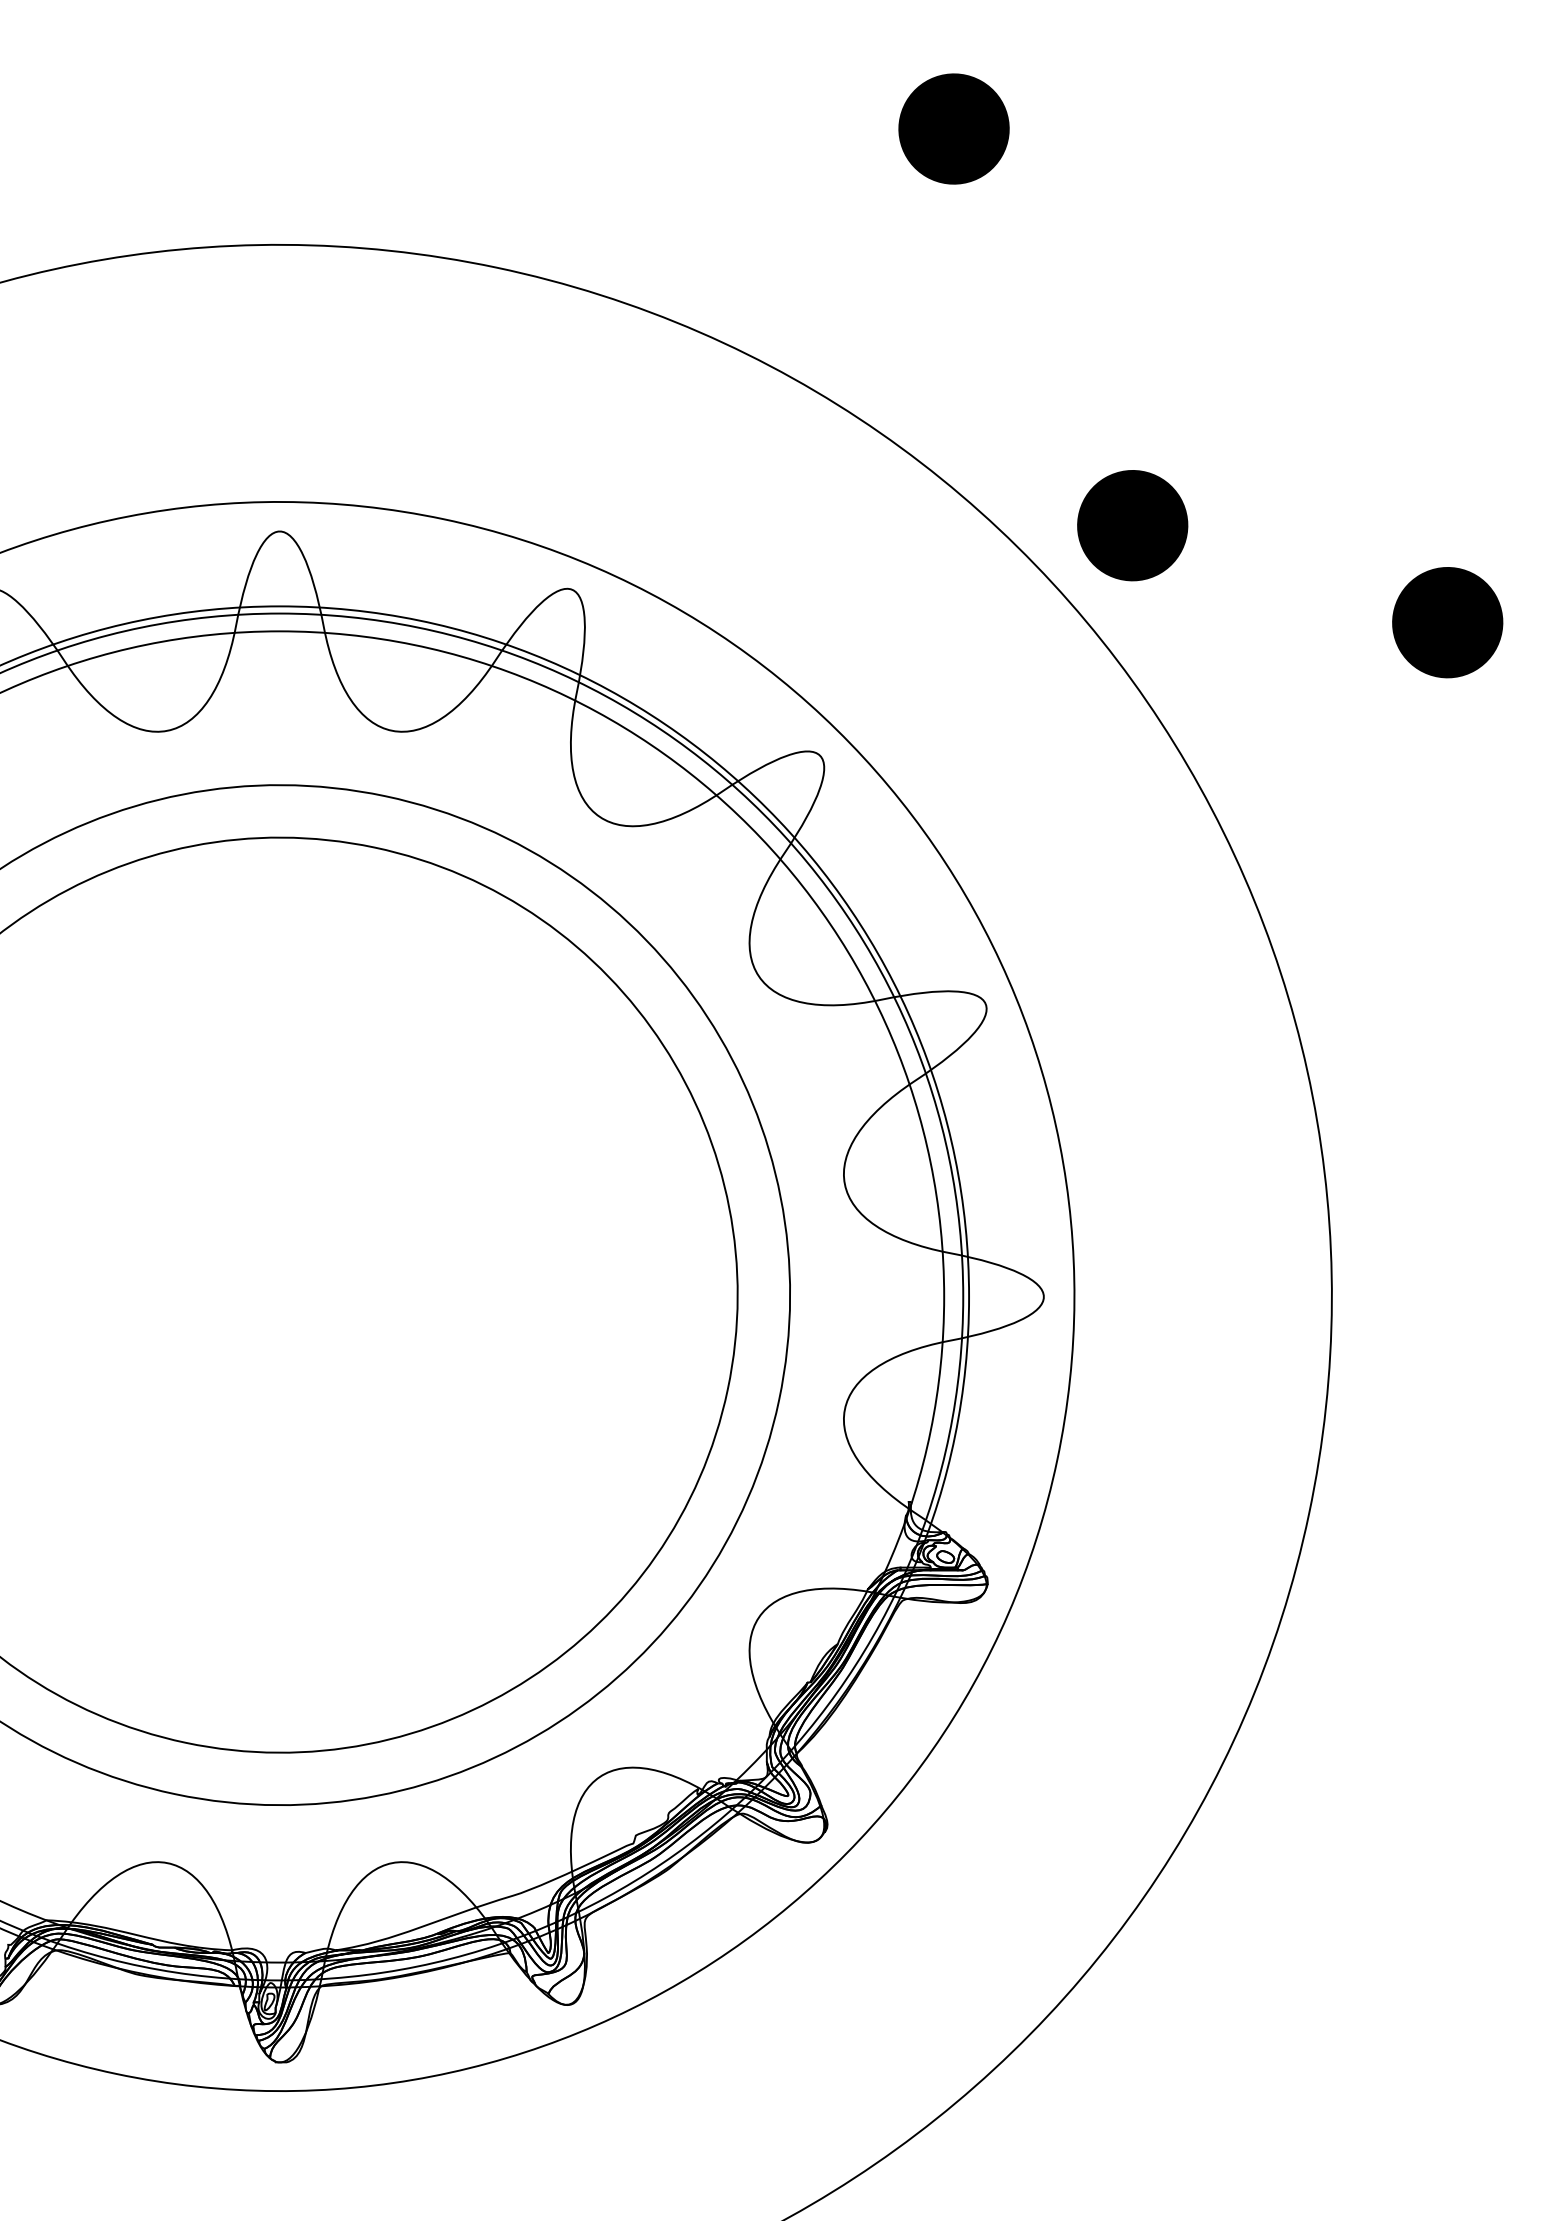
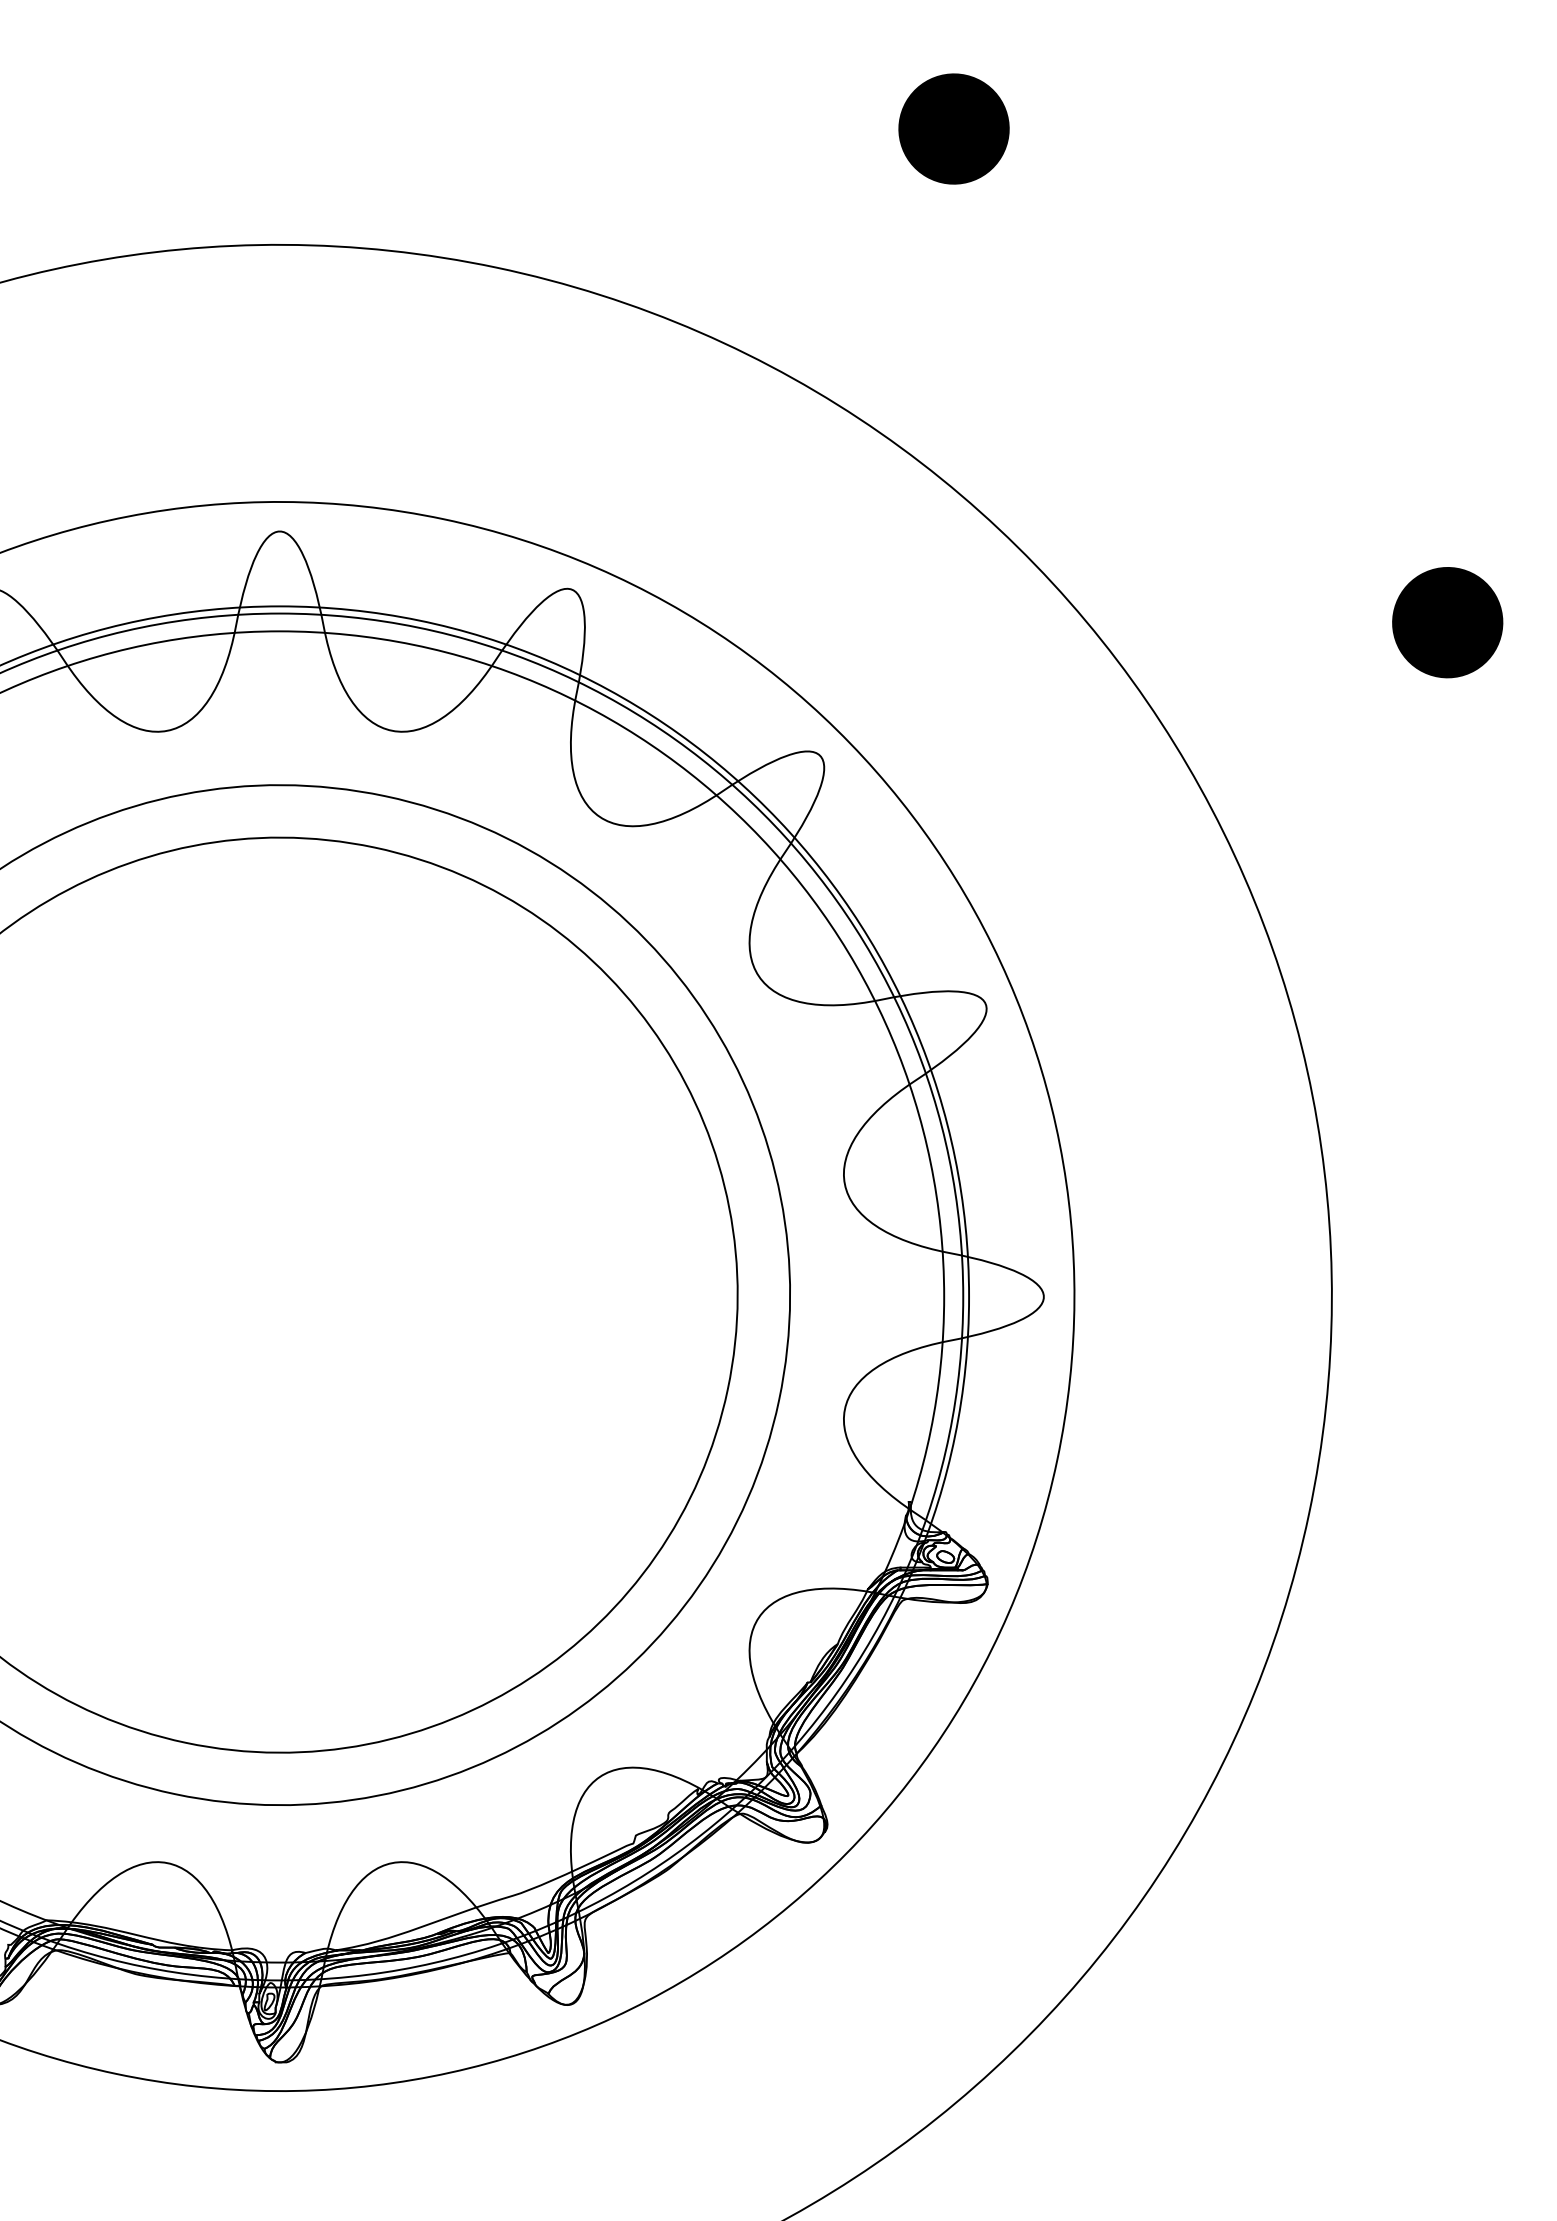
part at (1132, 525): present -> none
